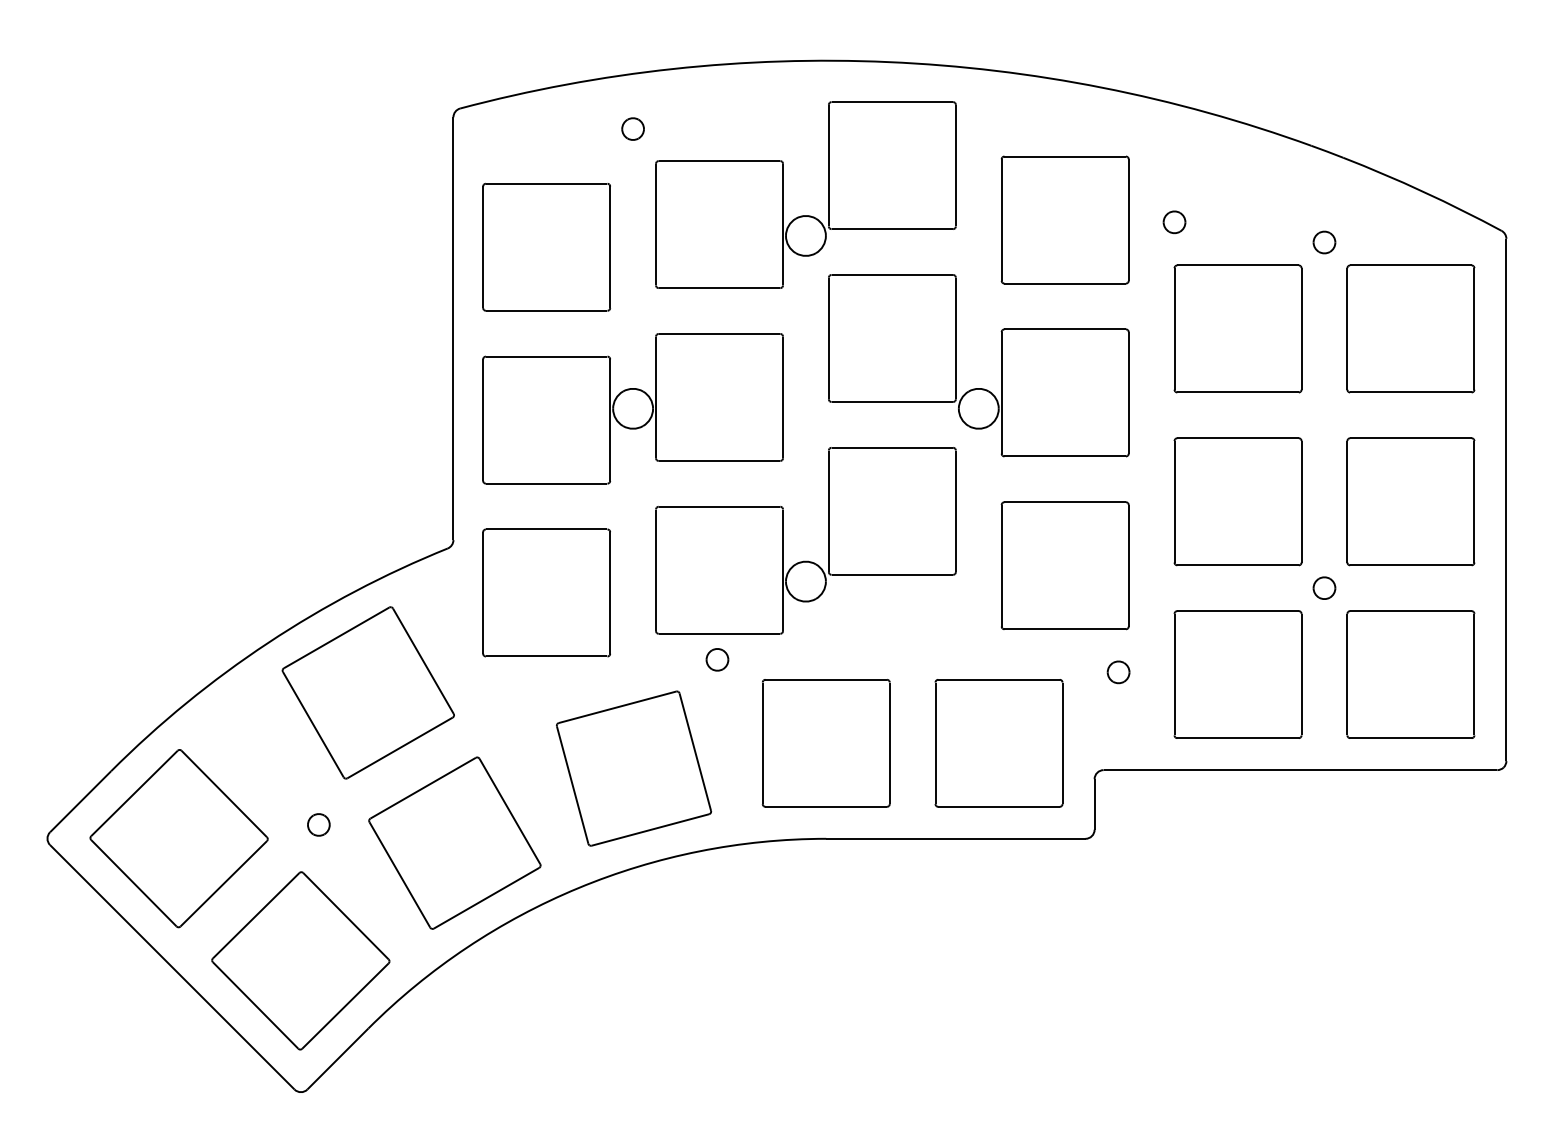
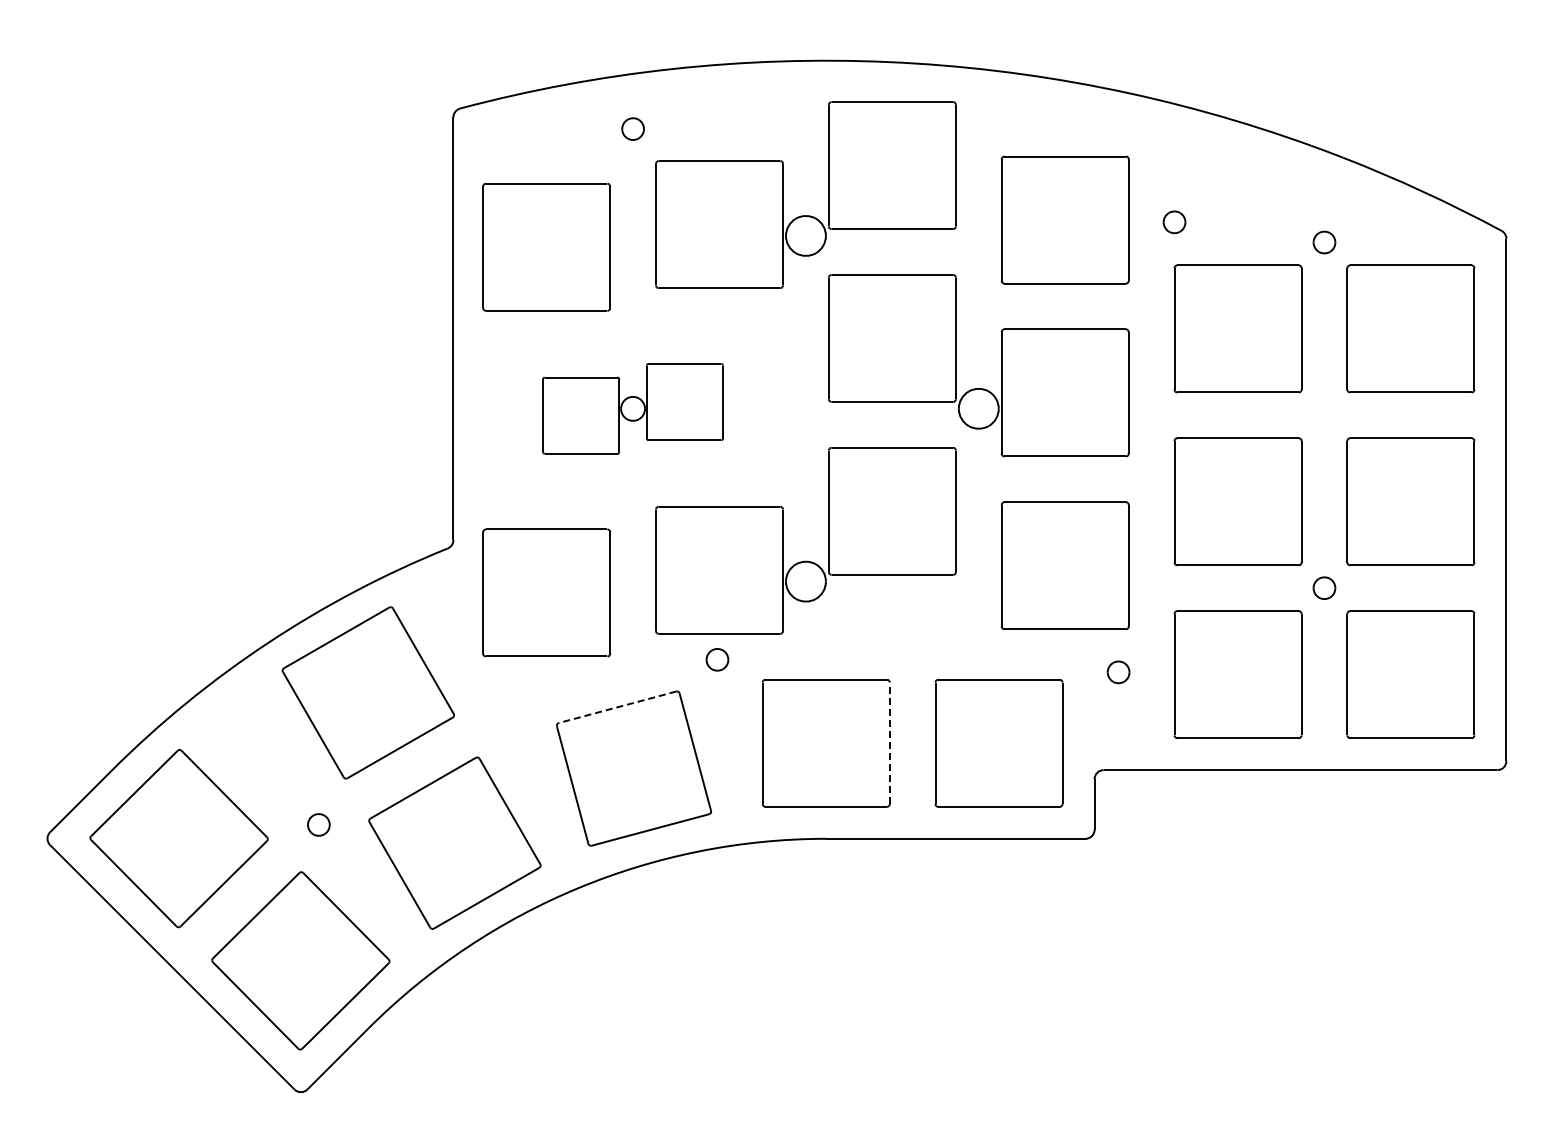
part at (632, 408) size: 302x152 px -> 182x92 px
line at (617, 707): solid -> dashed
line at (889, 743): solid -> dashed
